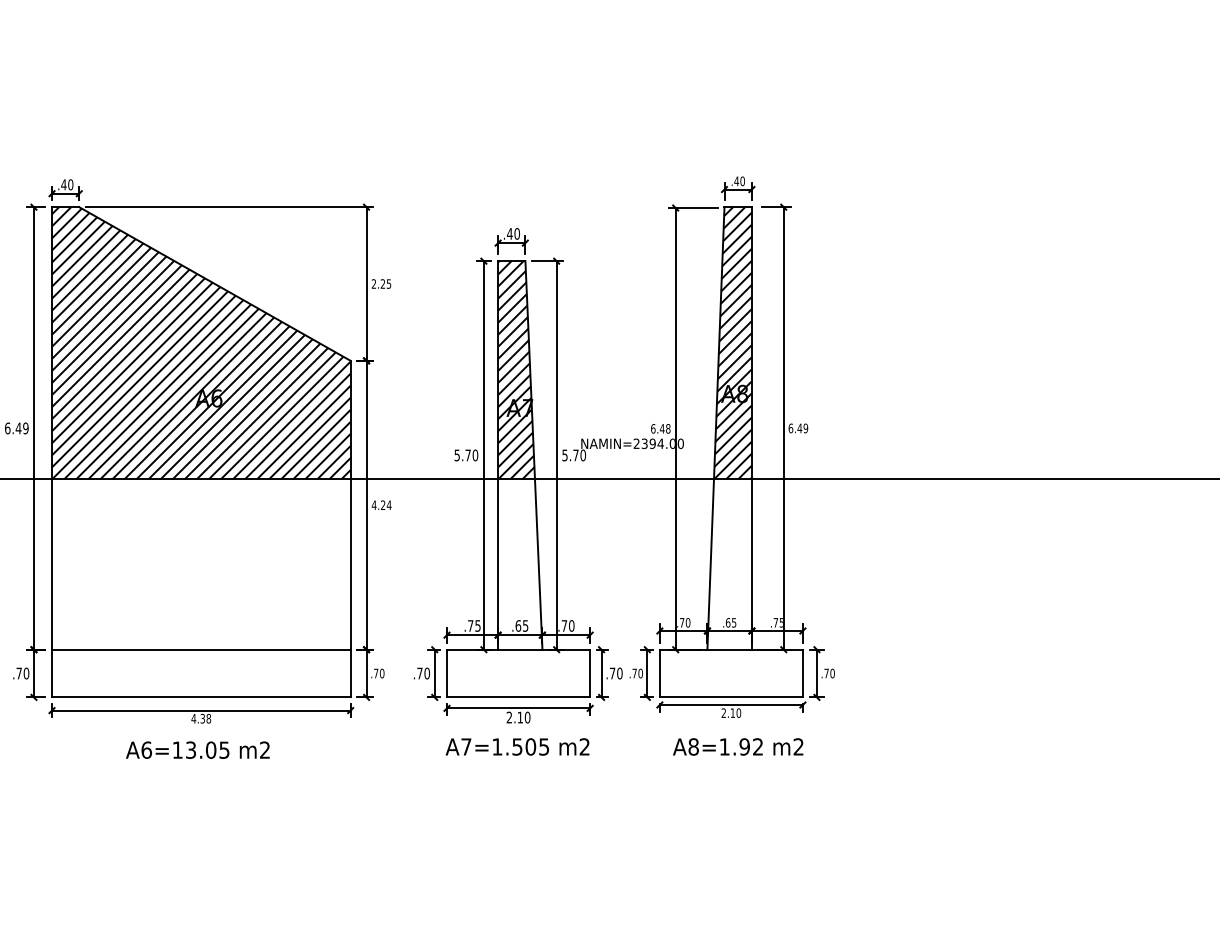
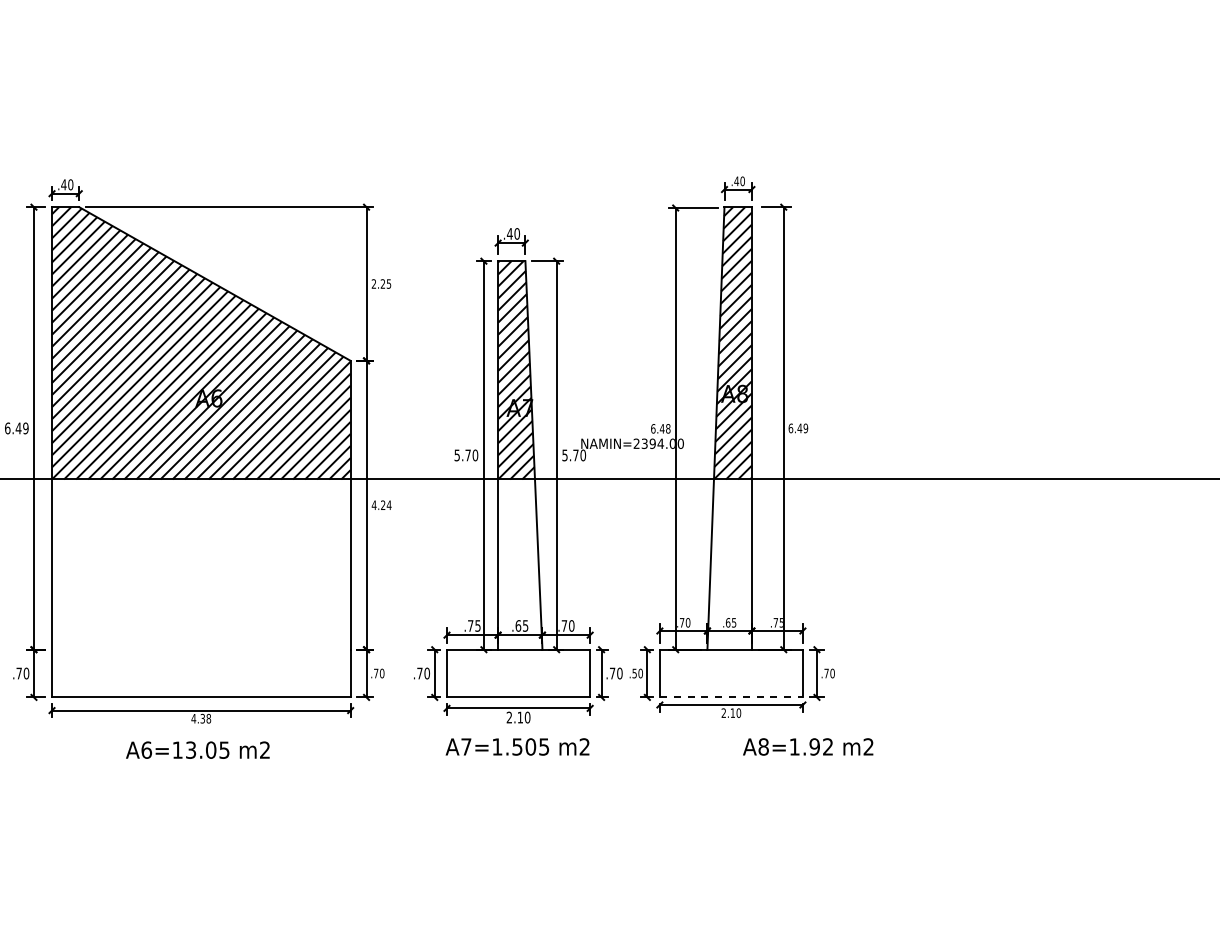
line at (201, 649): present -> none
text at (634, 673): .70 -> .50
line at (731, 697): solid -> dashed
text at (738, 746) position: (738, 746) -> (808, 746)
